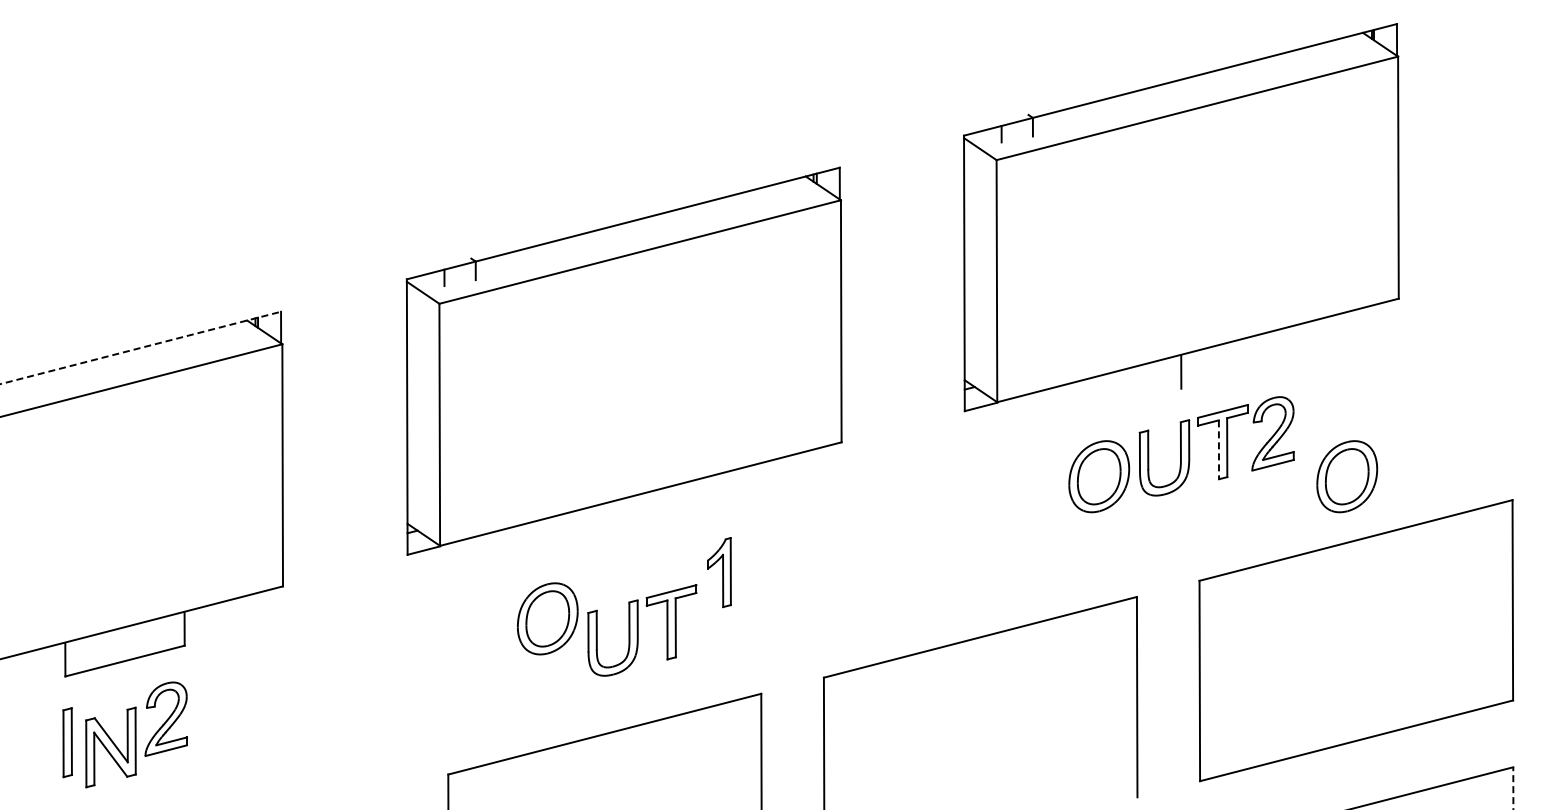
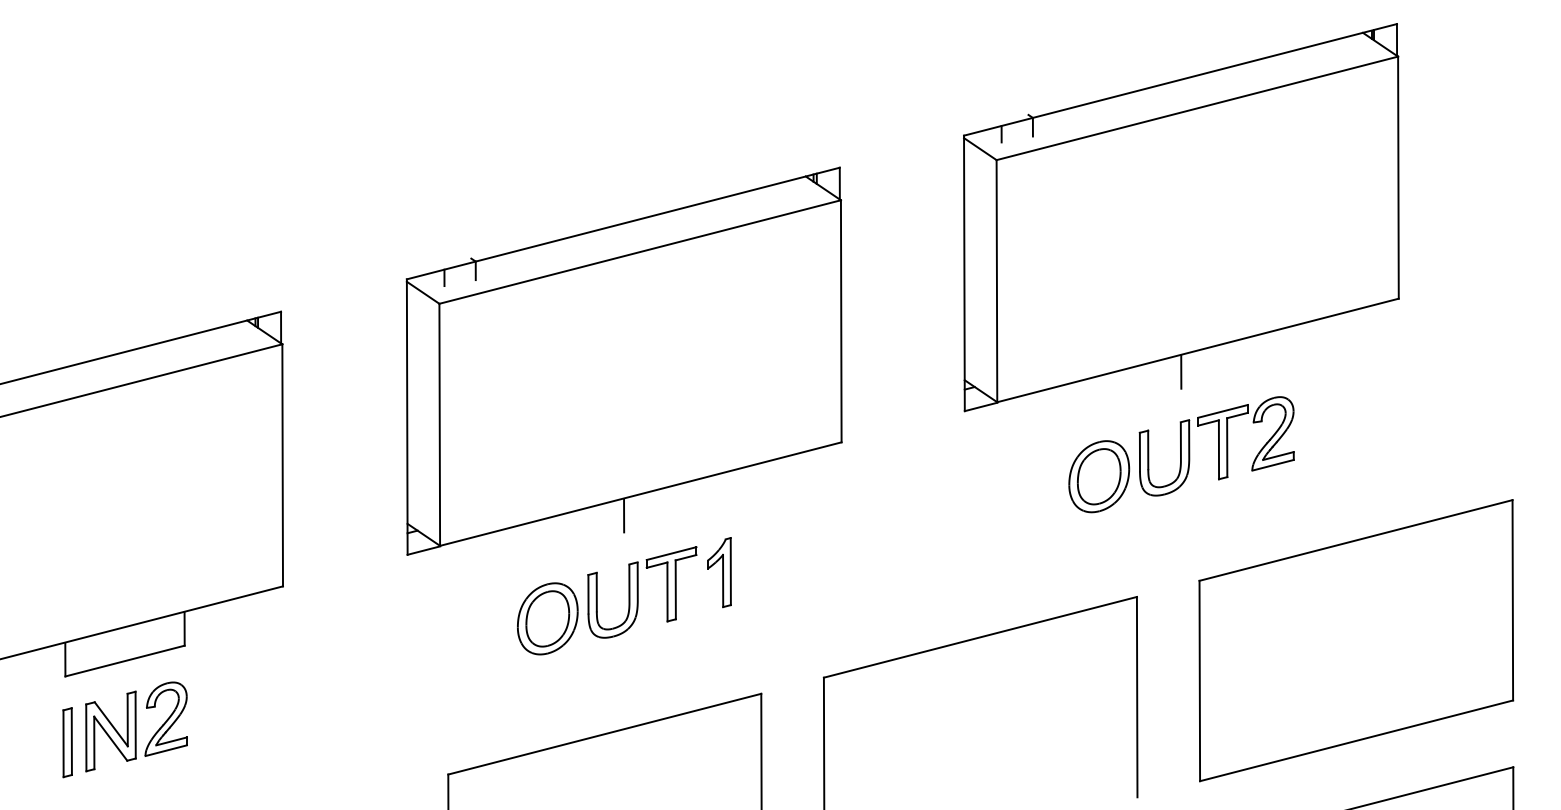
line at (140, 347): dashed -> solid
line at (1218, 450): dashed -> solid
part at (1347, 476): present -> none
line at (624, 515): none -> present
part at (642, 630) position: (642, 630) -> (642, 592)
part at (110, 747) position: (110, 747) -> (110, 731)
line at (1513, 788): dashed -> solid
